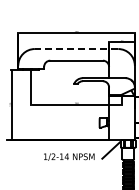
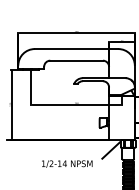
line at (76, 49): dashed -> solid
text at (69, 156) position: (69, 156) -> (67, 163)
